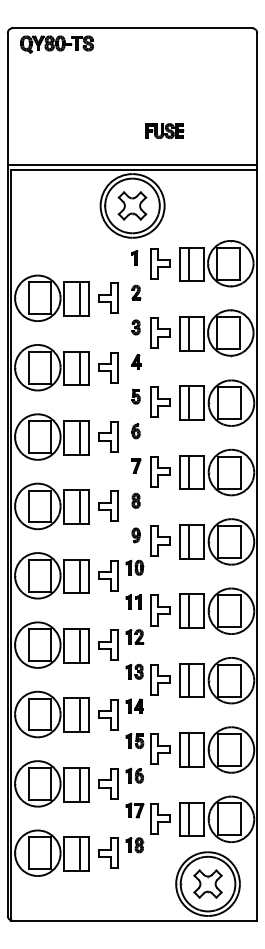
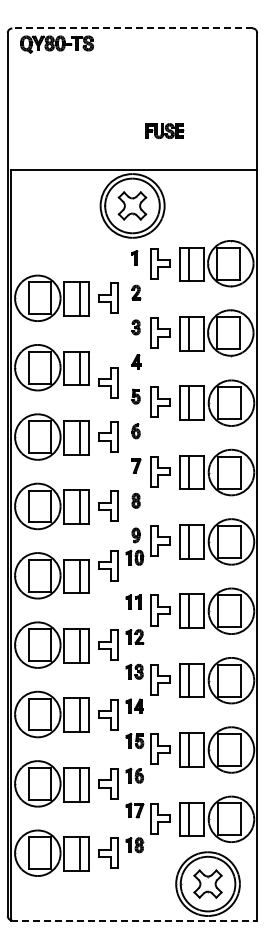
line at (132, 28): solid -> dashed
line at (132, 165): present -> none
part at (108, 367) position: (108, 367) -> (108, 382)
part at (121, 575) position: (121, 575) -> (121, 565)
line at (134, 920): solid -> dashed
